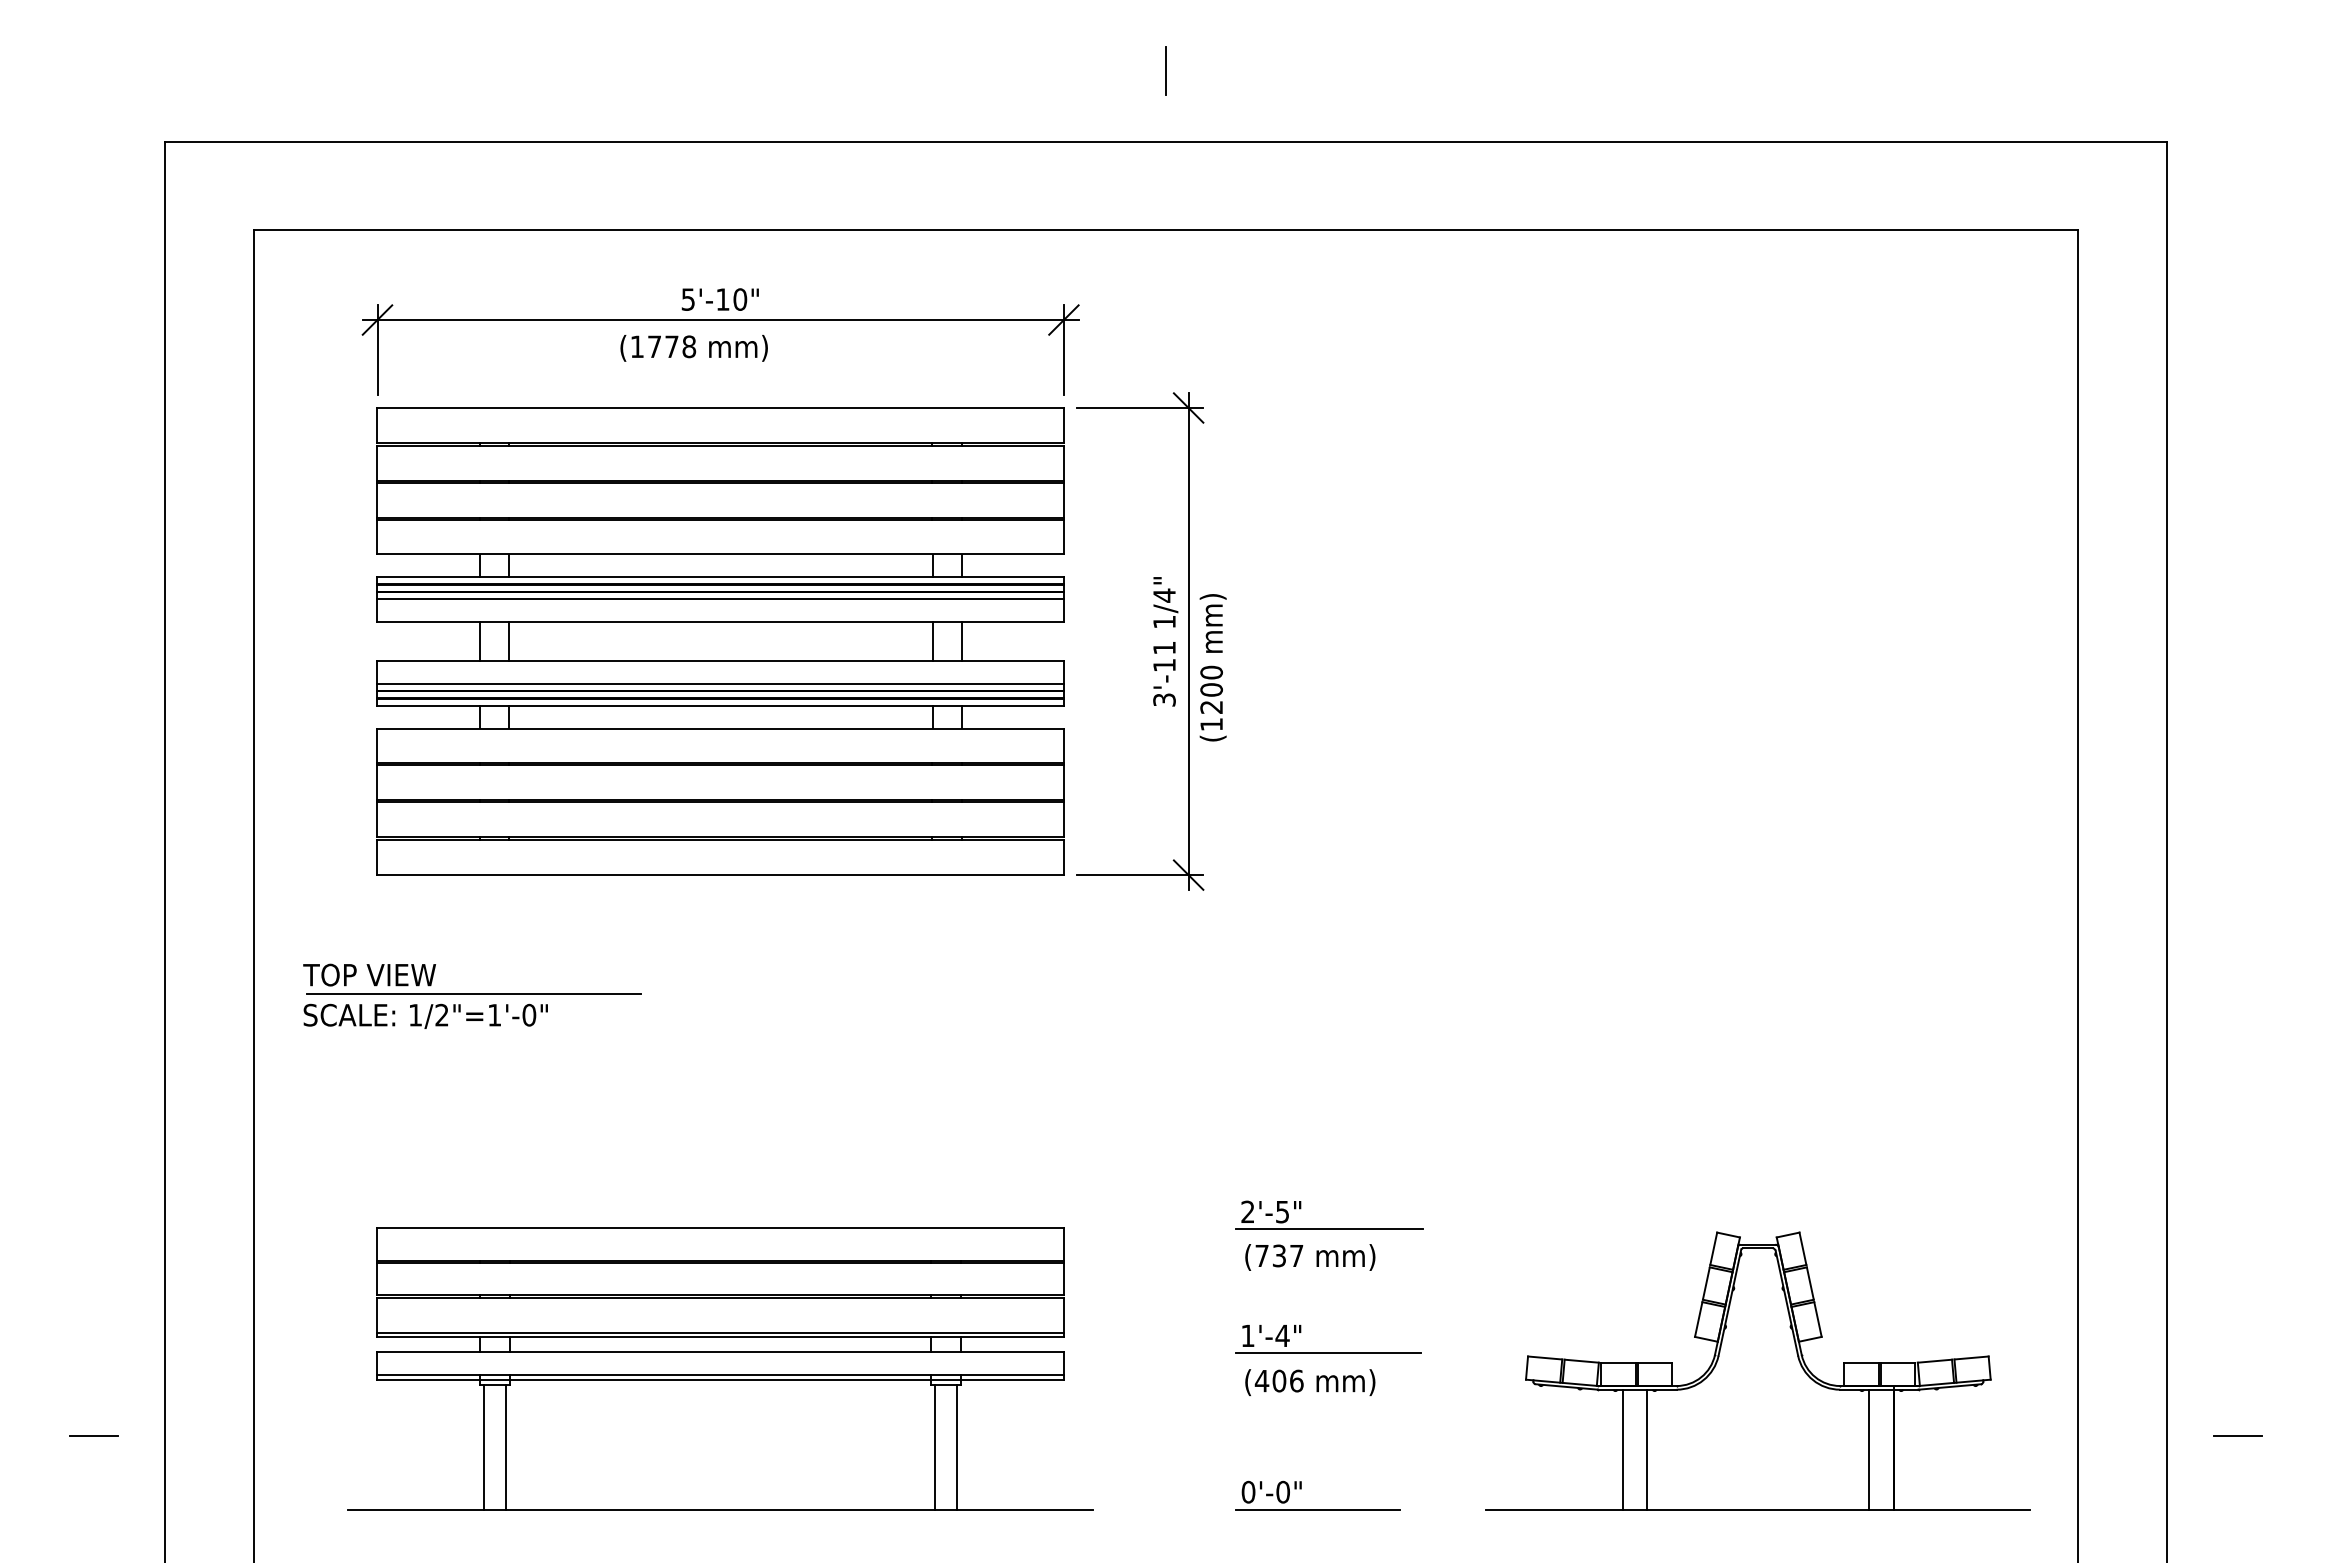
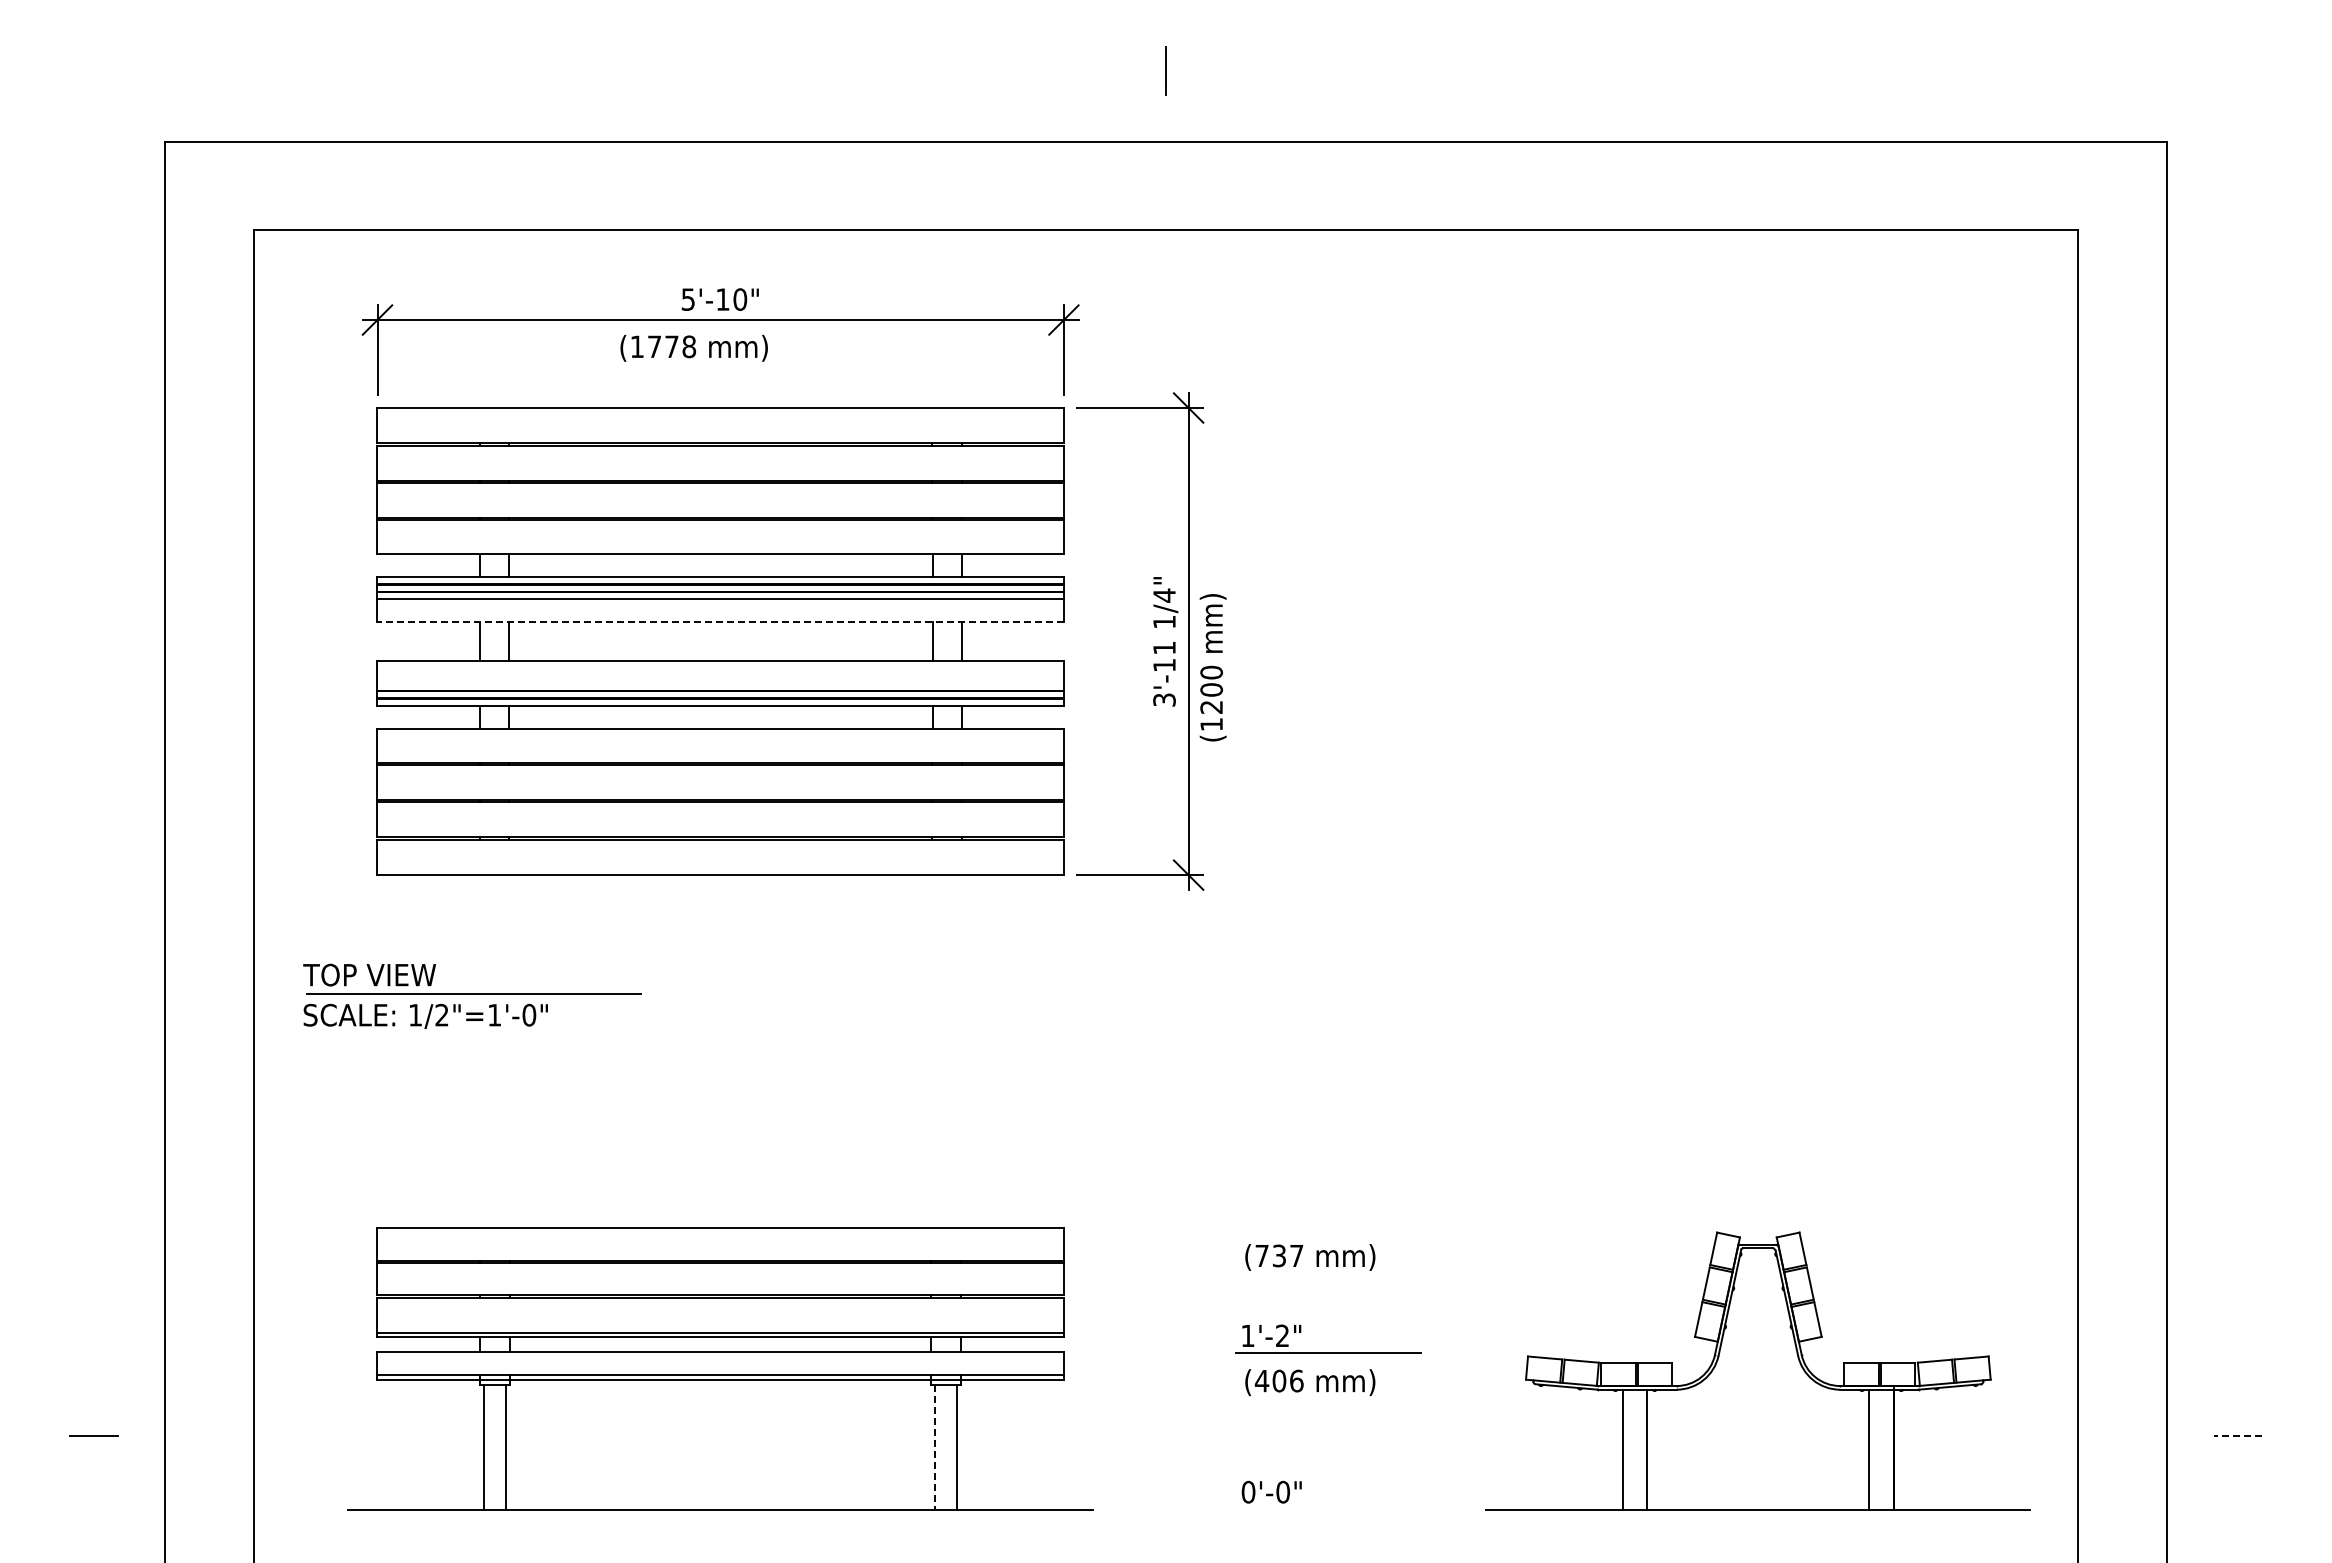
line at (720, 621): solid -> dashed
line at (720, 683): present -> none
part at (1329, 1228): present -> none
text at (1282, 1335): 1'-4" -> 1'-2"
line at (2238, 1435): solid -> dashed
line at (935, 1447): solid -> dashed
line at (1318, 1509): present -> none
